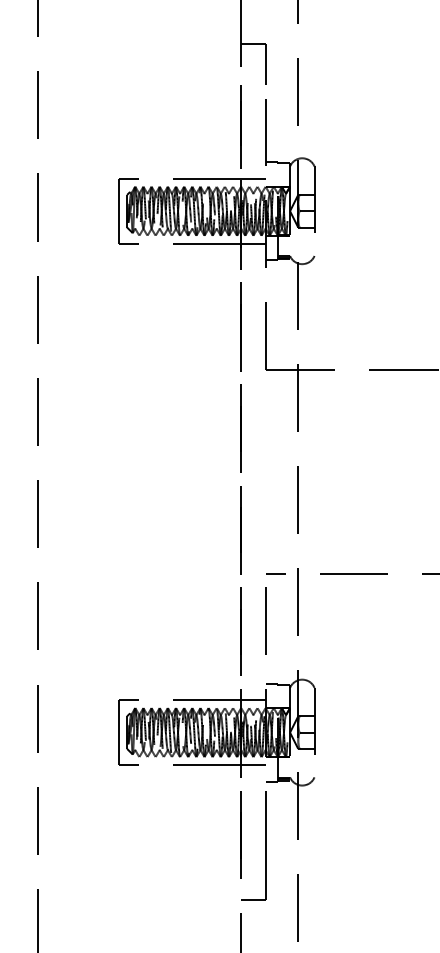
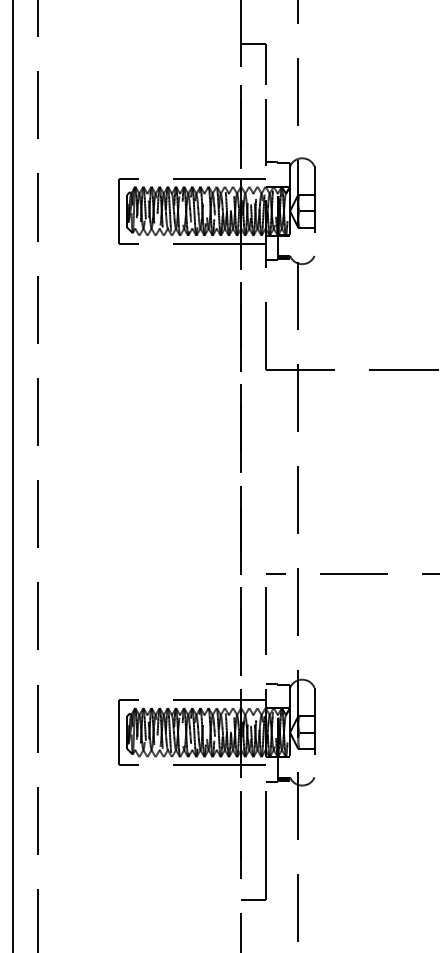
line at (13, 475): none -> present
